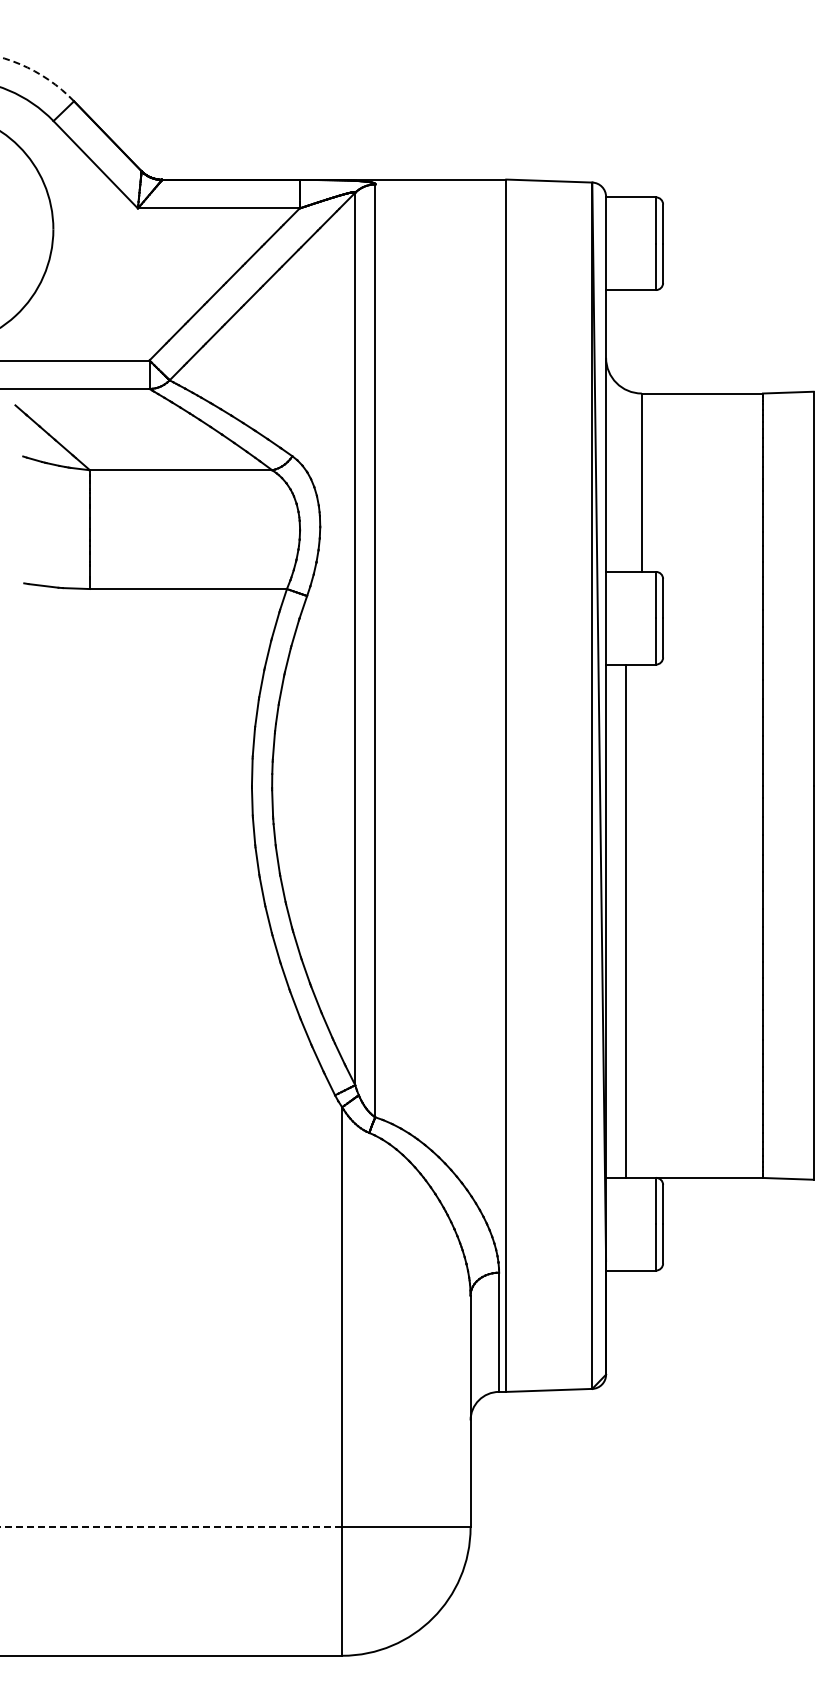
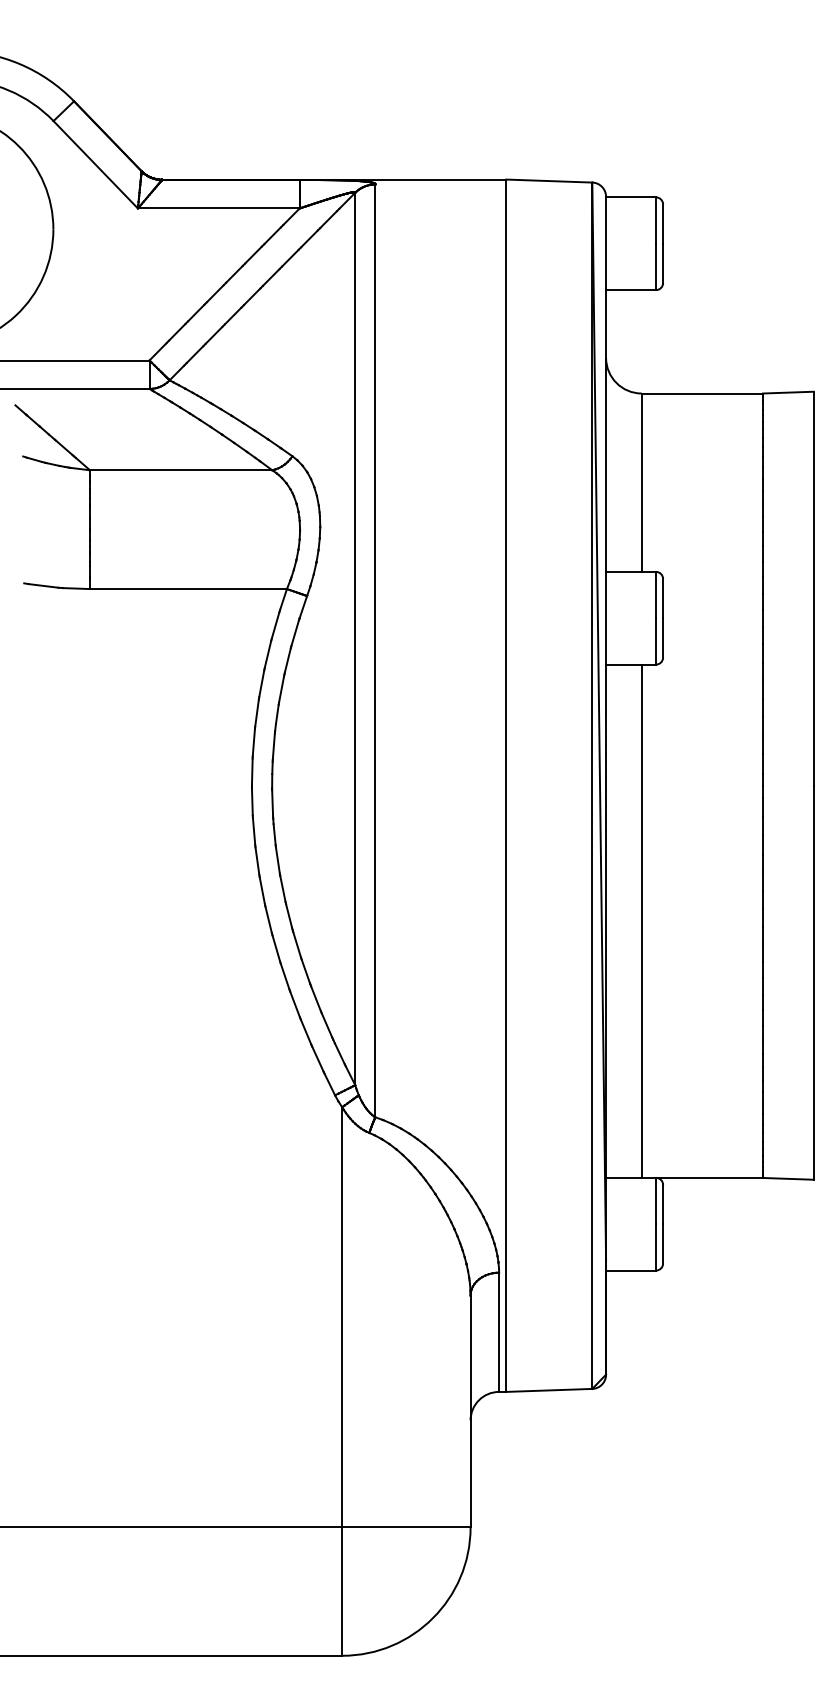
arc at (39, 74): dashed -> solid
line at (625, 920) position: (625, 920) -> (641, 920)
line at (171, 1527): dashed -> solid
